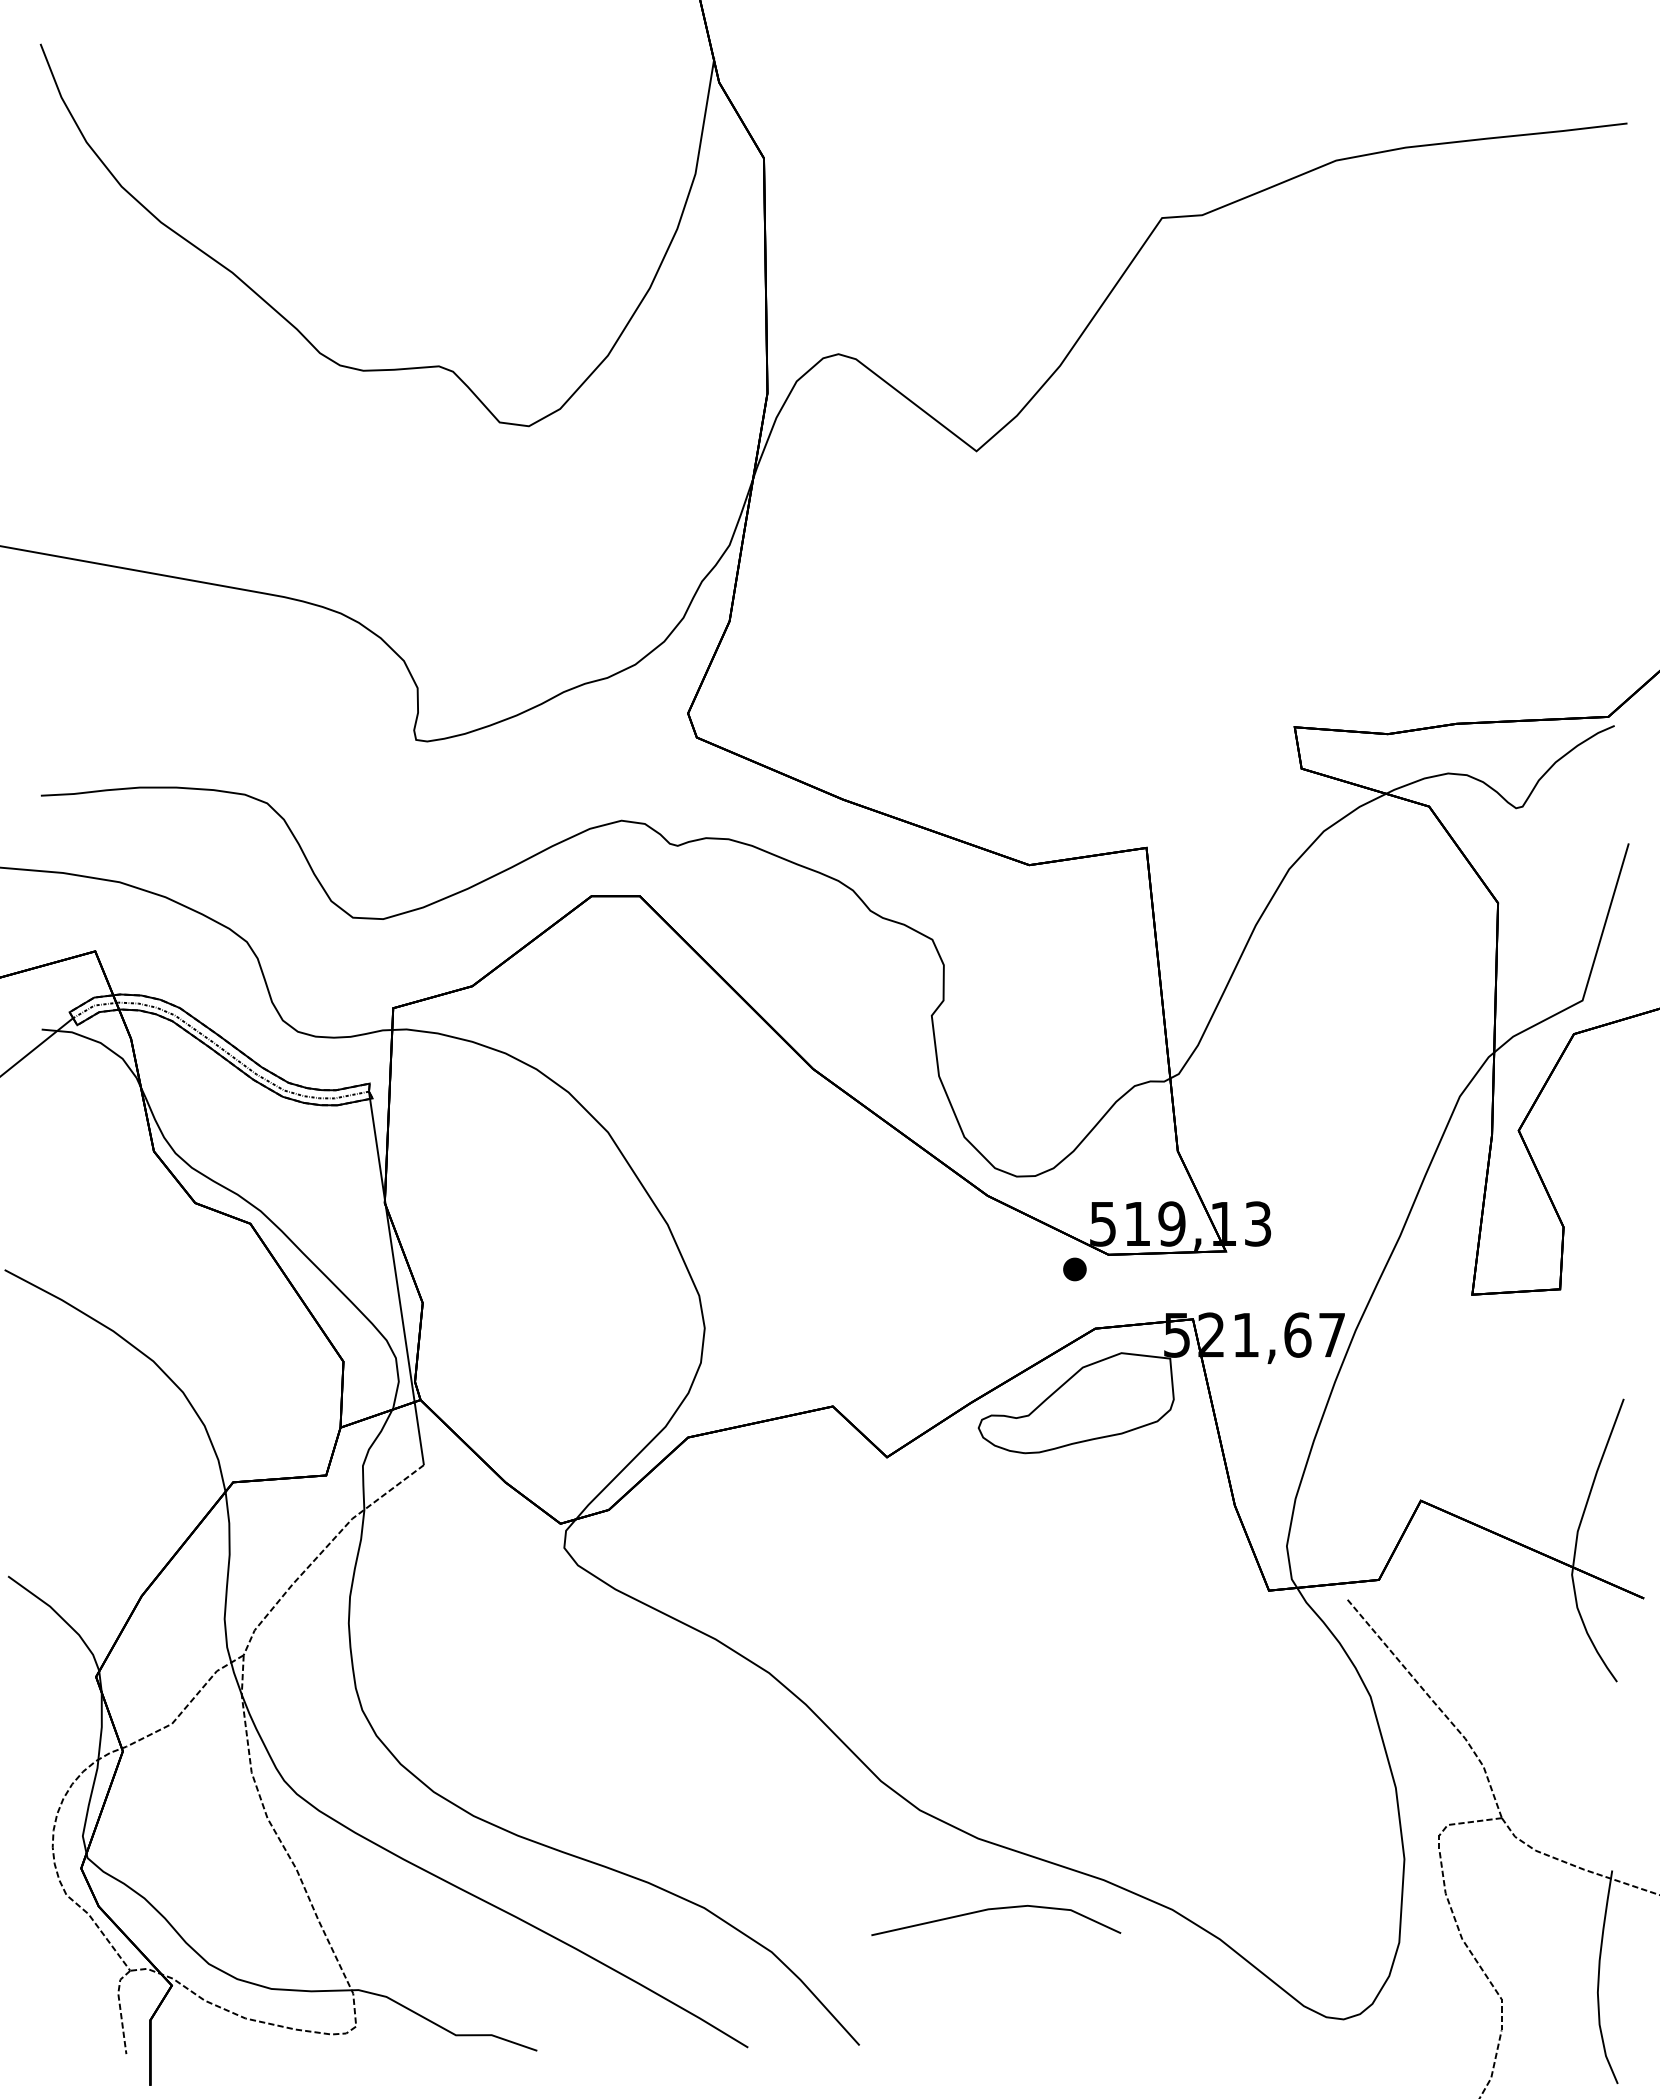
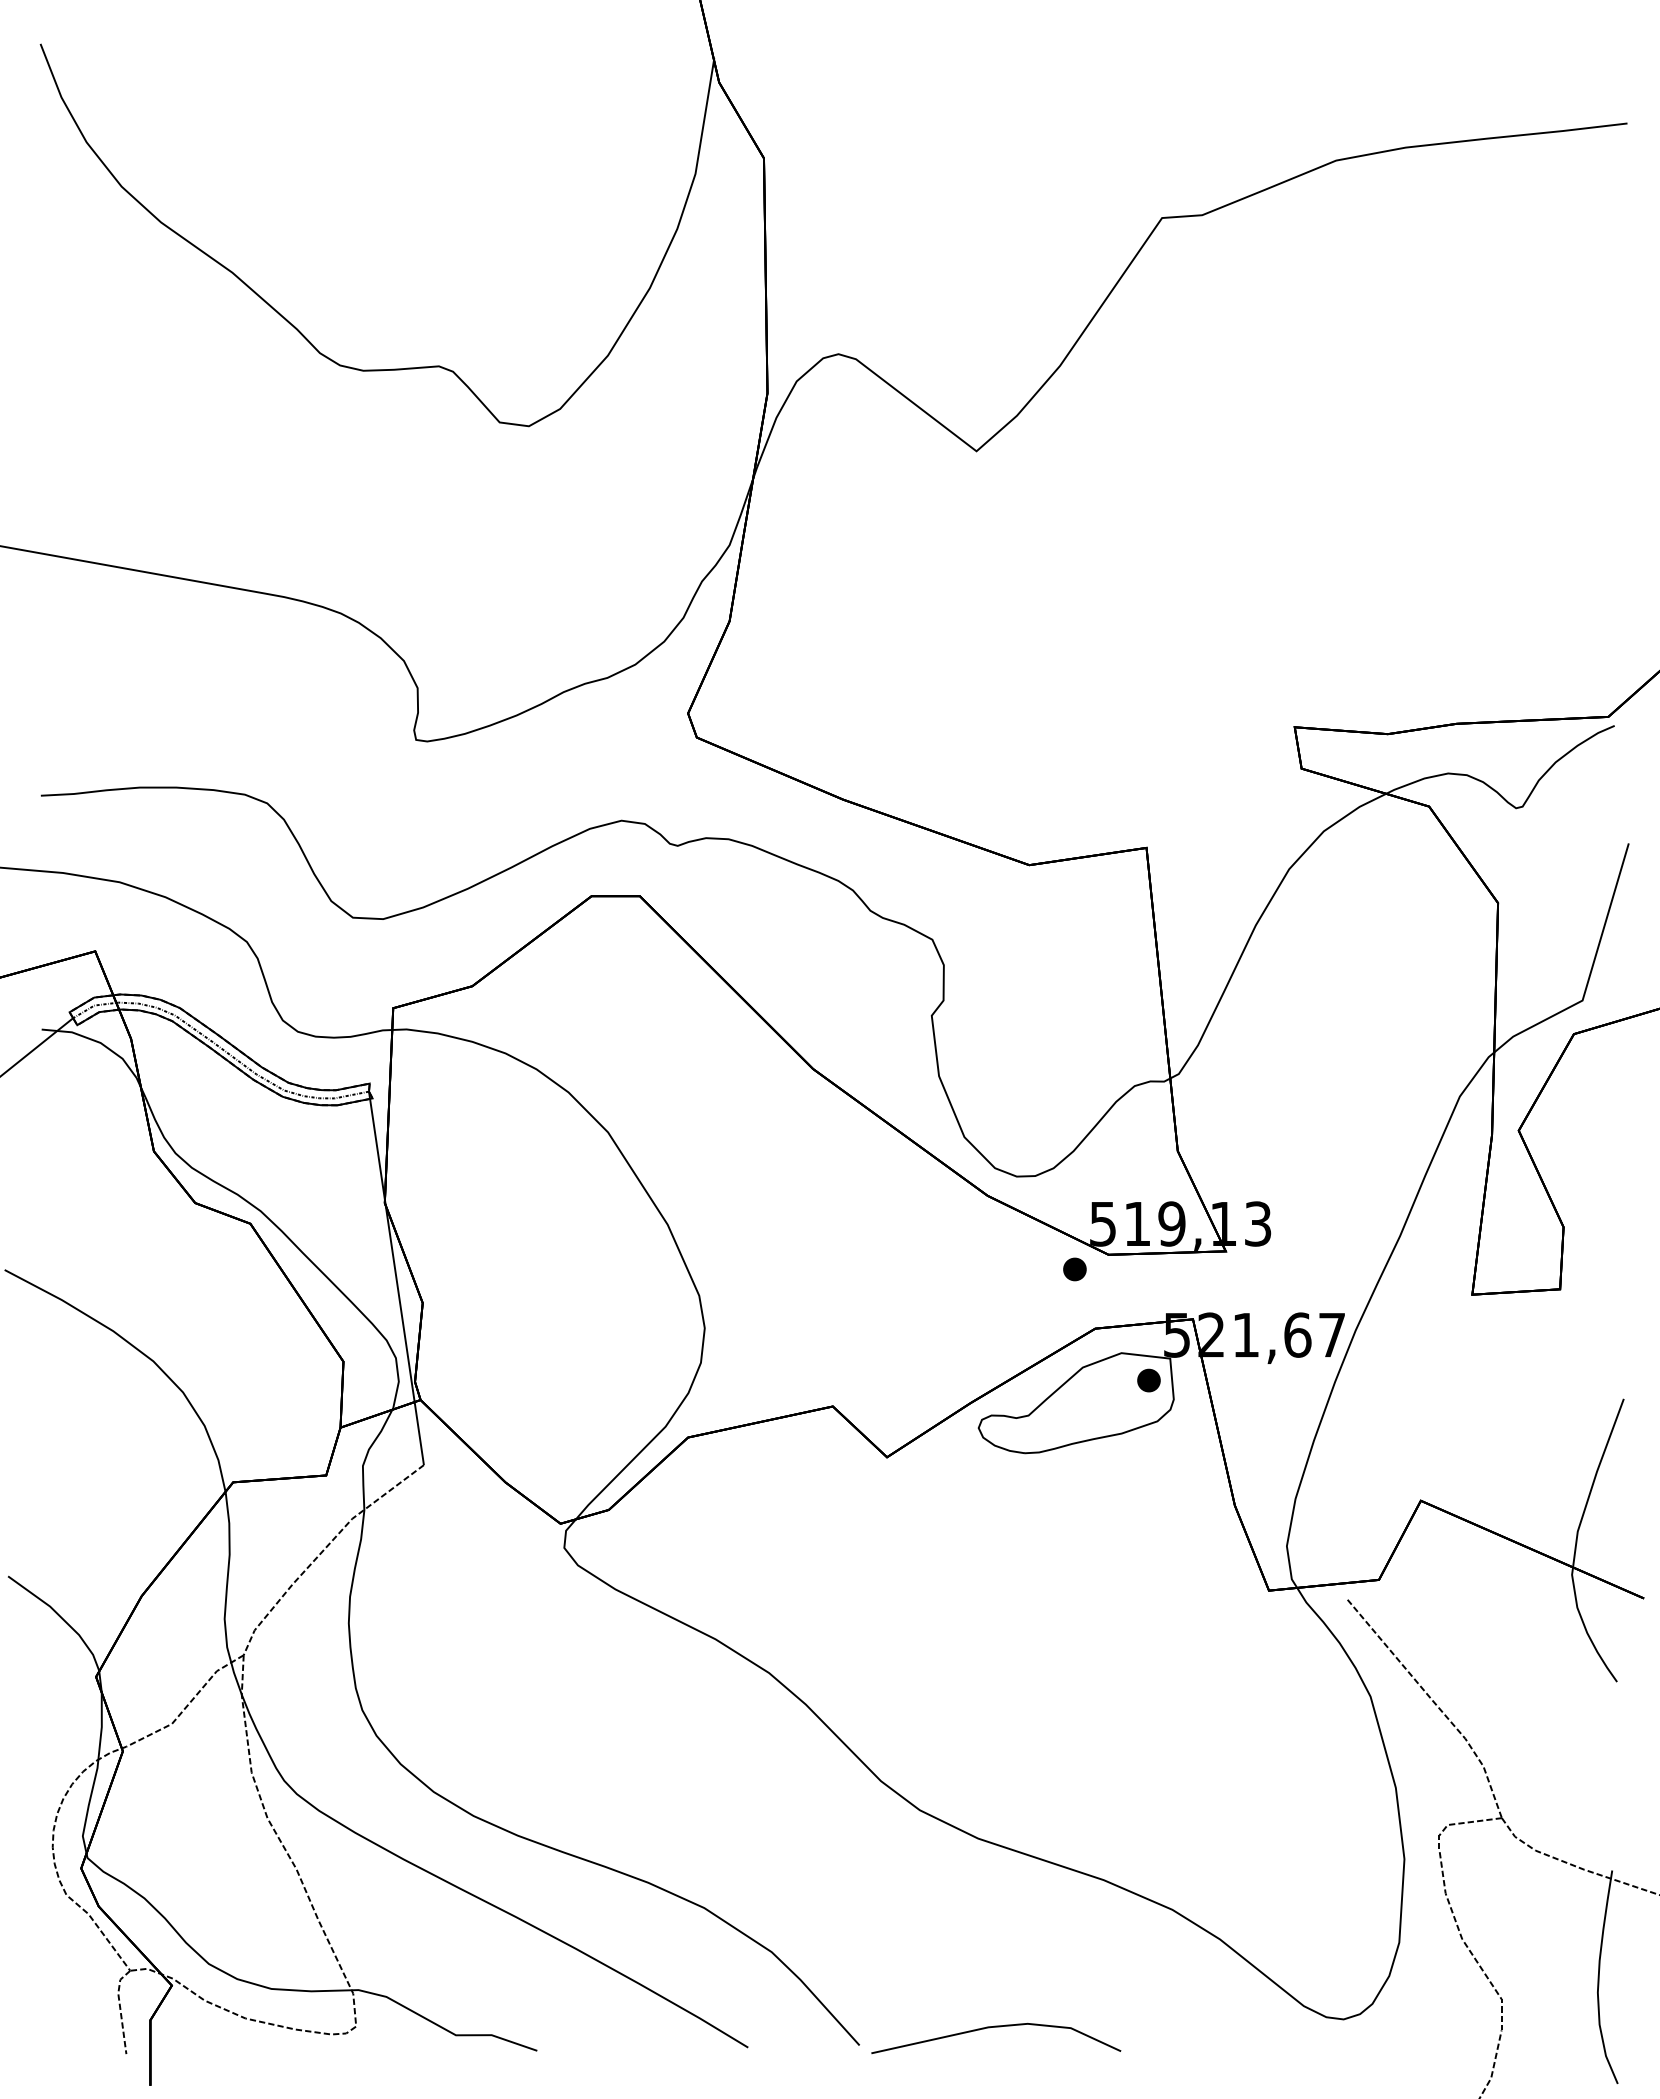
part at (1148, 1380): none -> present
line at (996, 1909) position: (996, 1909) -> (996, 2027)
